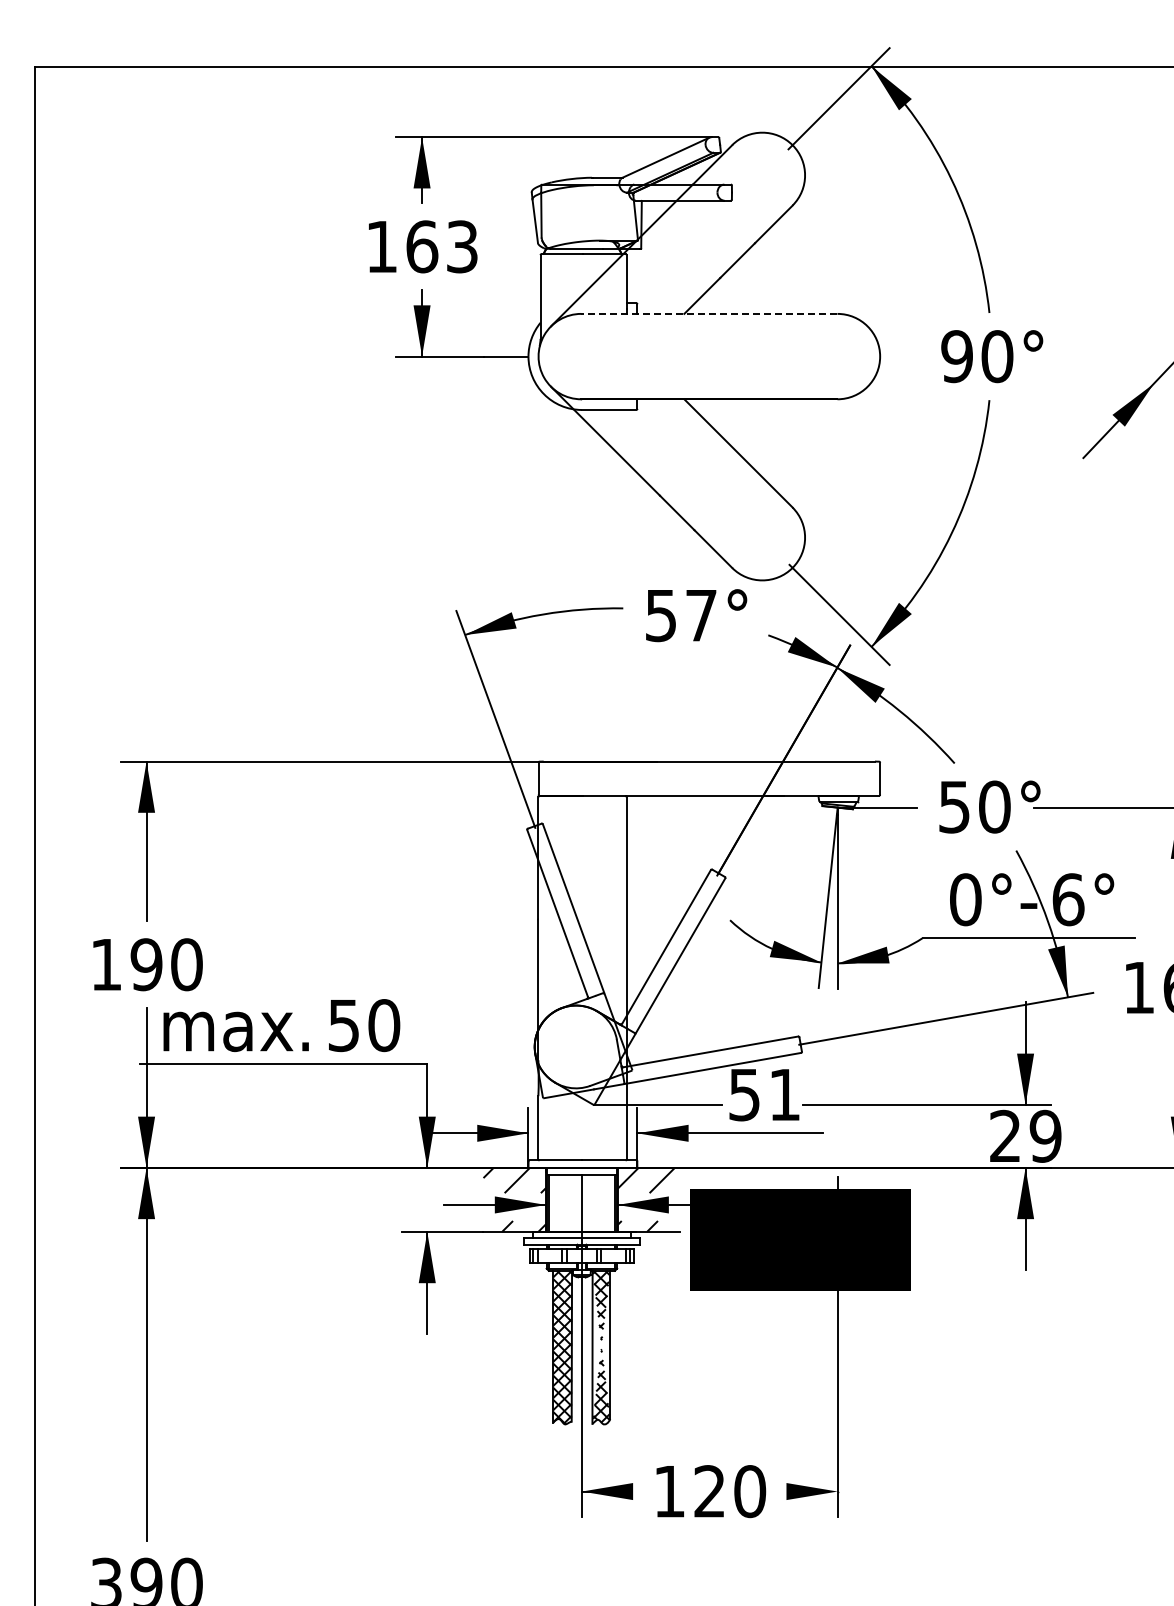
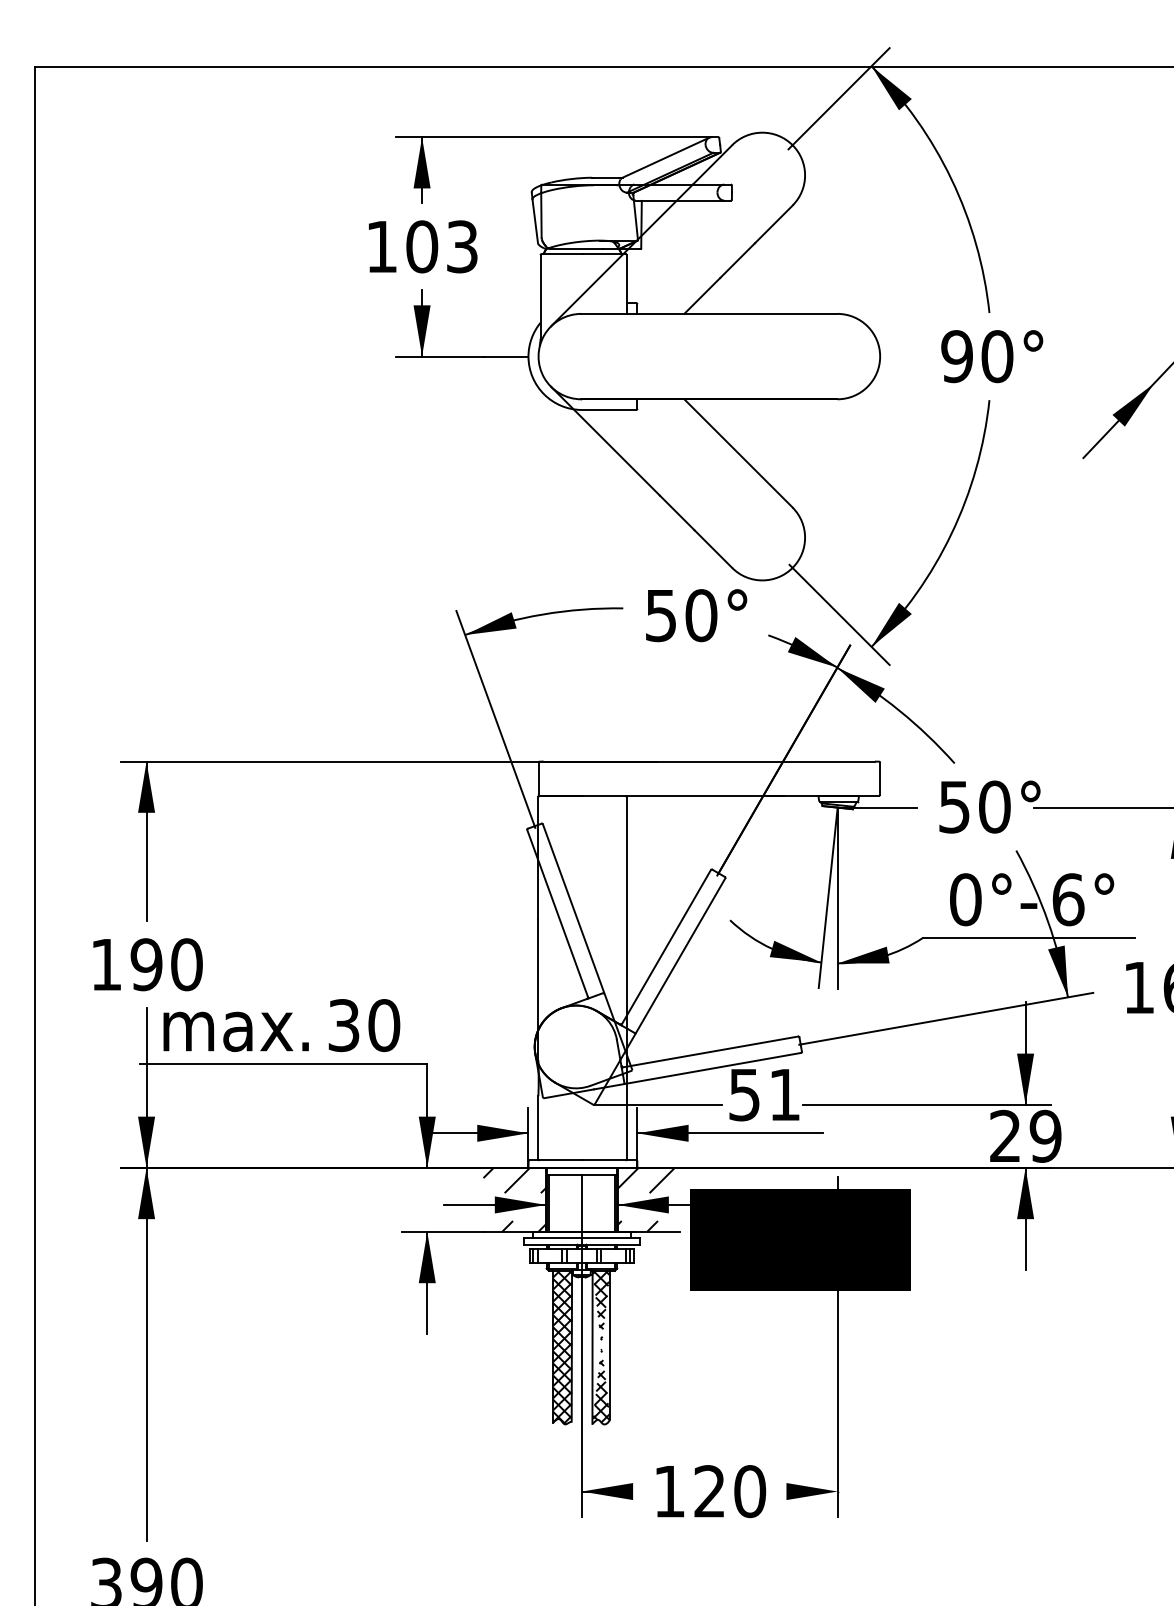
text at (422, 246): 163 -> 103
line at (708, 313): dashed -> solid
text at (701, 615): 57° -> 50°
text at (344, 1025): 50 -> 30
